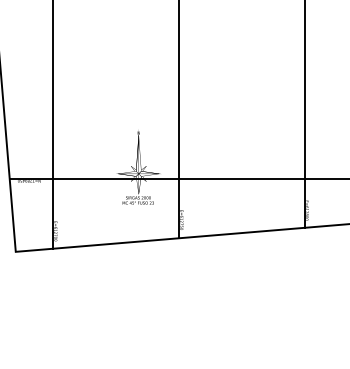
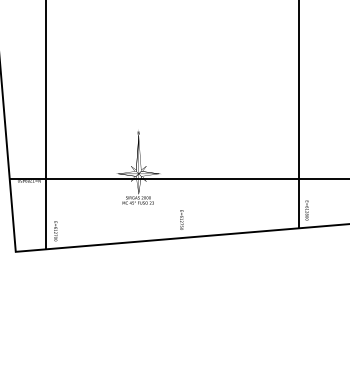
line at (304, 114) position: (304, 114) -> (298, 114)
line at (178, 120): present -> none
line at (53, 125) position: (53, 125) -> (46, 125)
